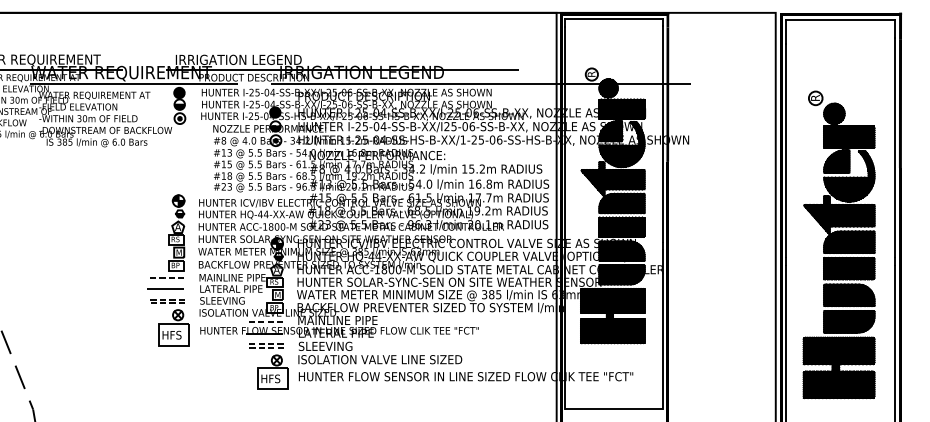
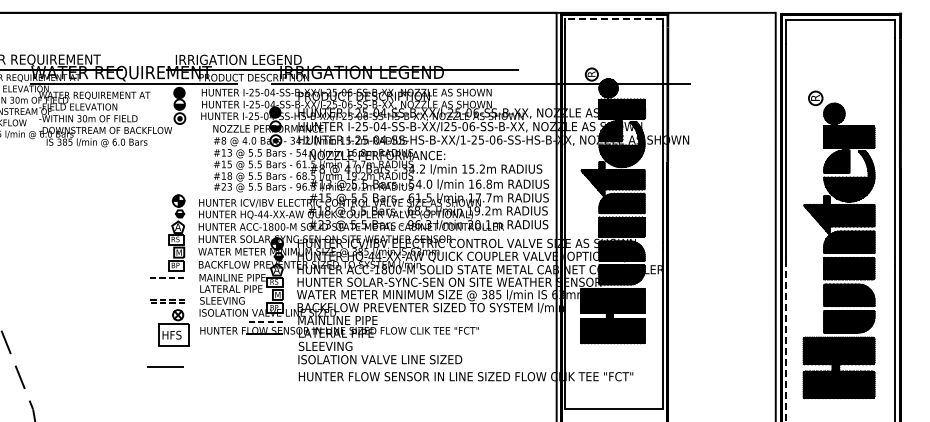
line at (614, 19): solid -> dashed
line at (165, 288) position: (165, 288) -> (165, 366)
line at (786, 343): solid -> dashed
part at (268, 366): present -> none
